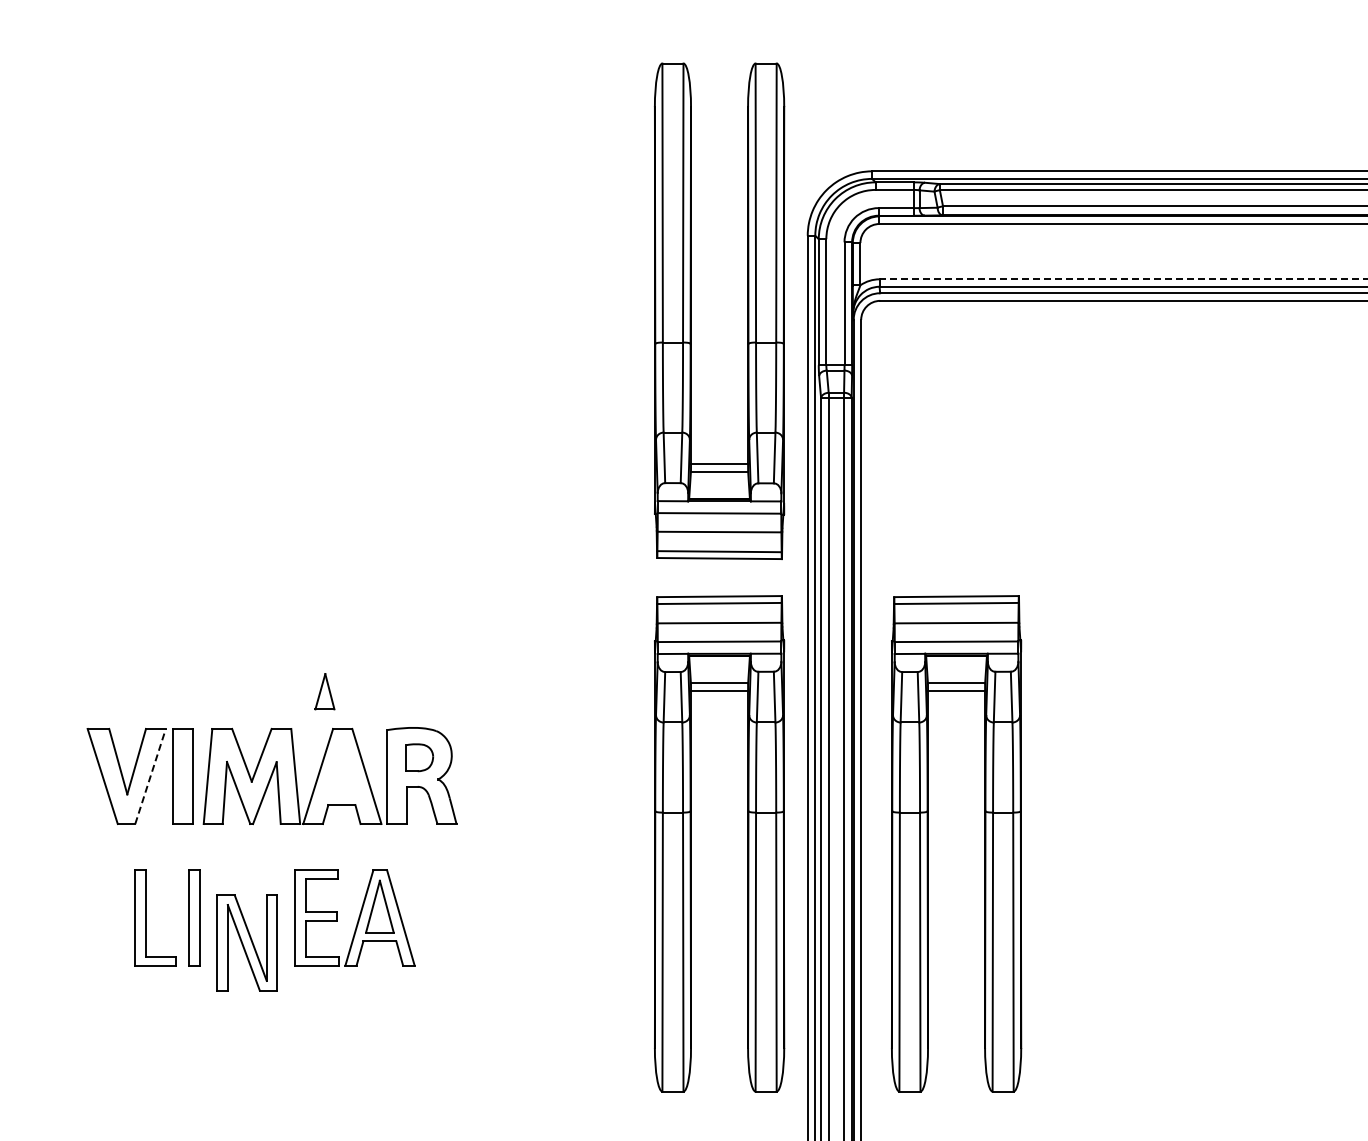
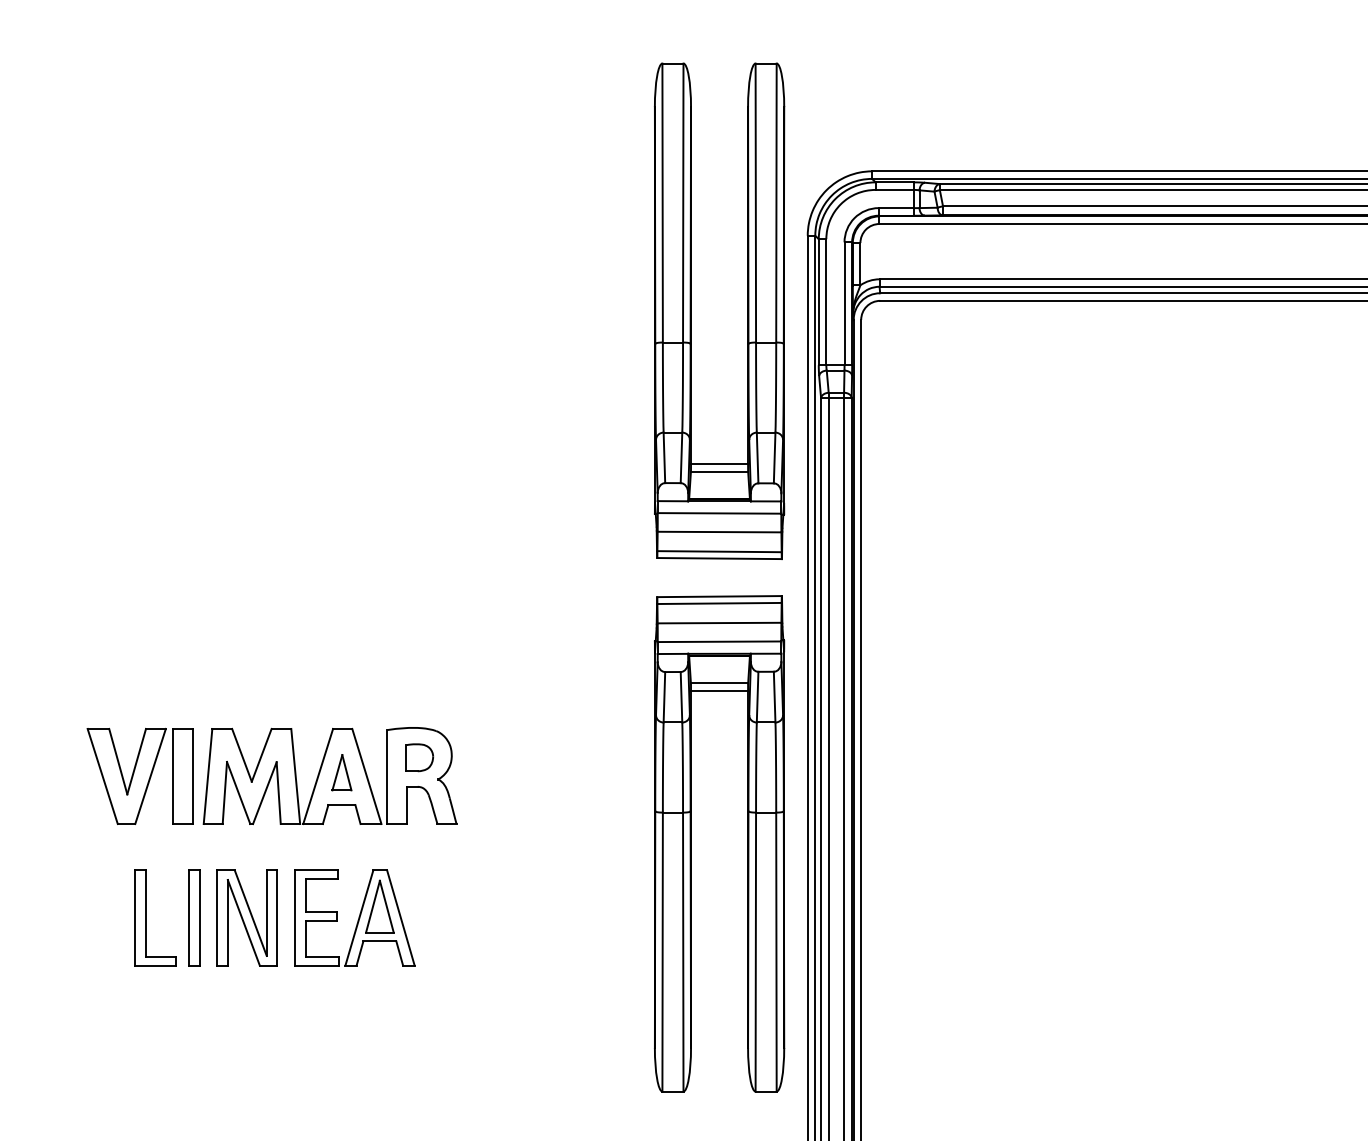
line at (1123, 279): dashed -> solid
part at (324, 691) position: (324, 691) -> (341, 772)
line at (150, 776): dashed -> solid
part at (928, 843): present -> none
part at (246, 942) position: (246, 942) -> (246, 917)
